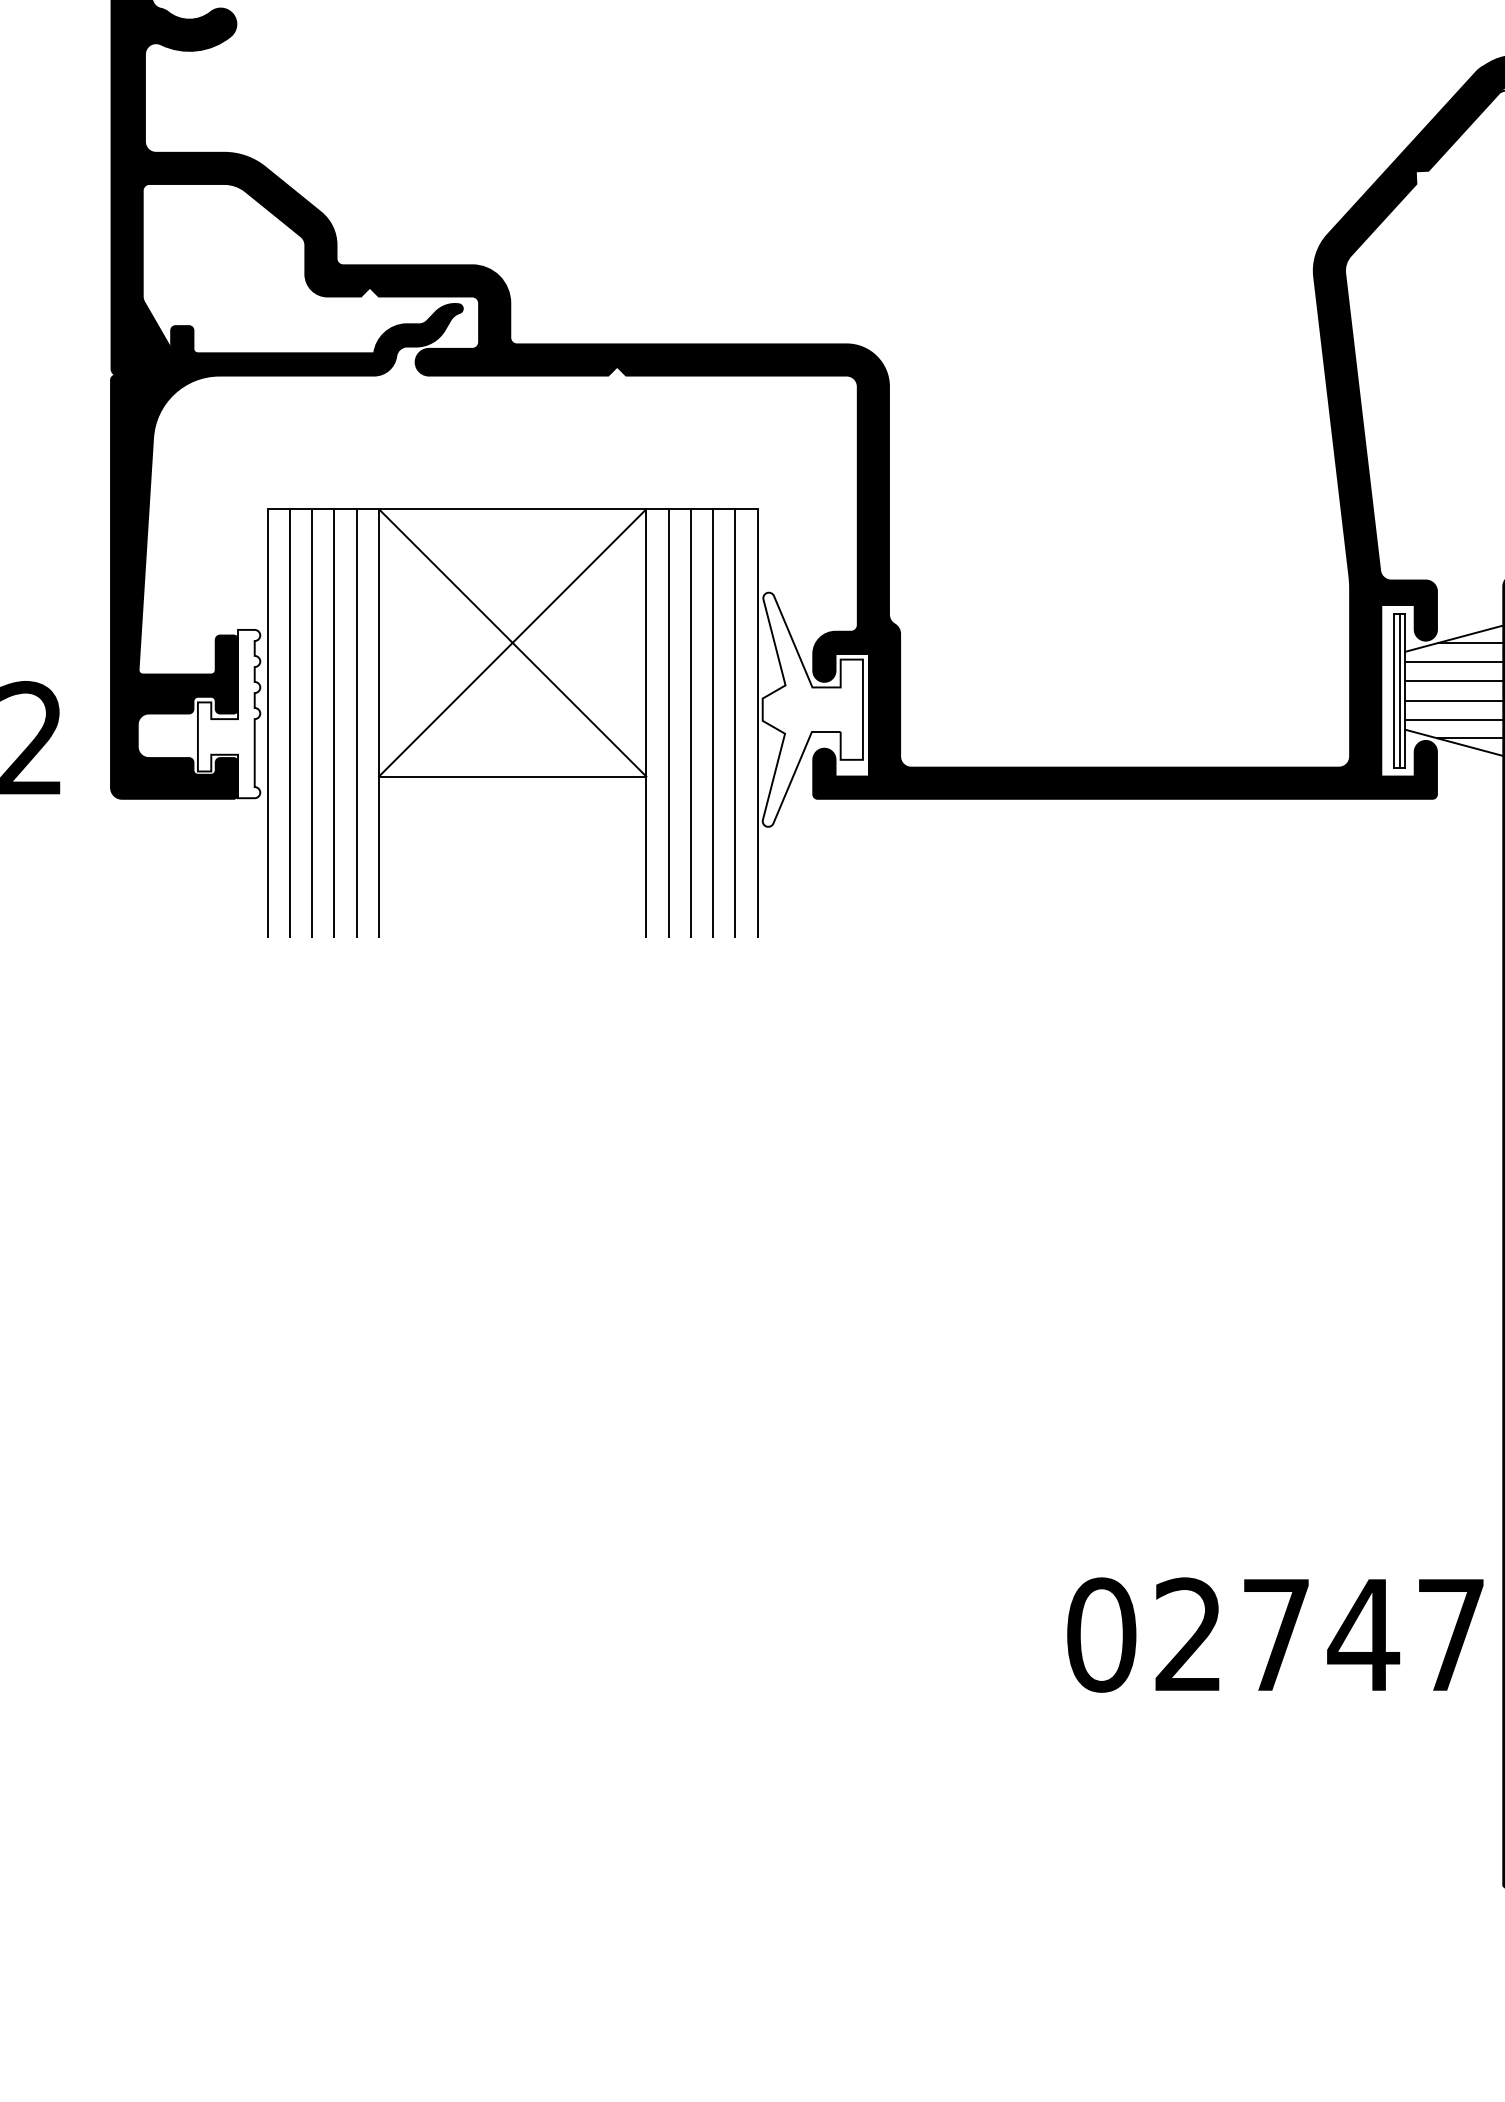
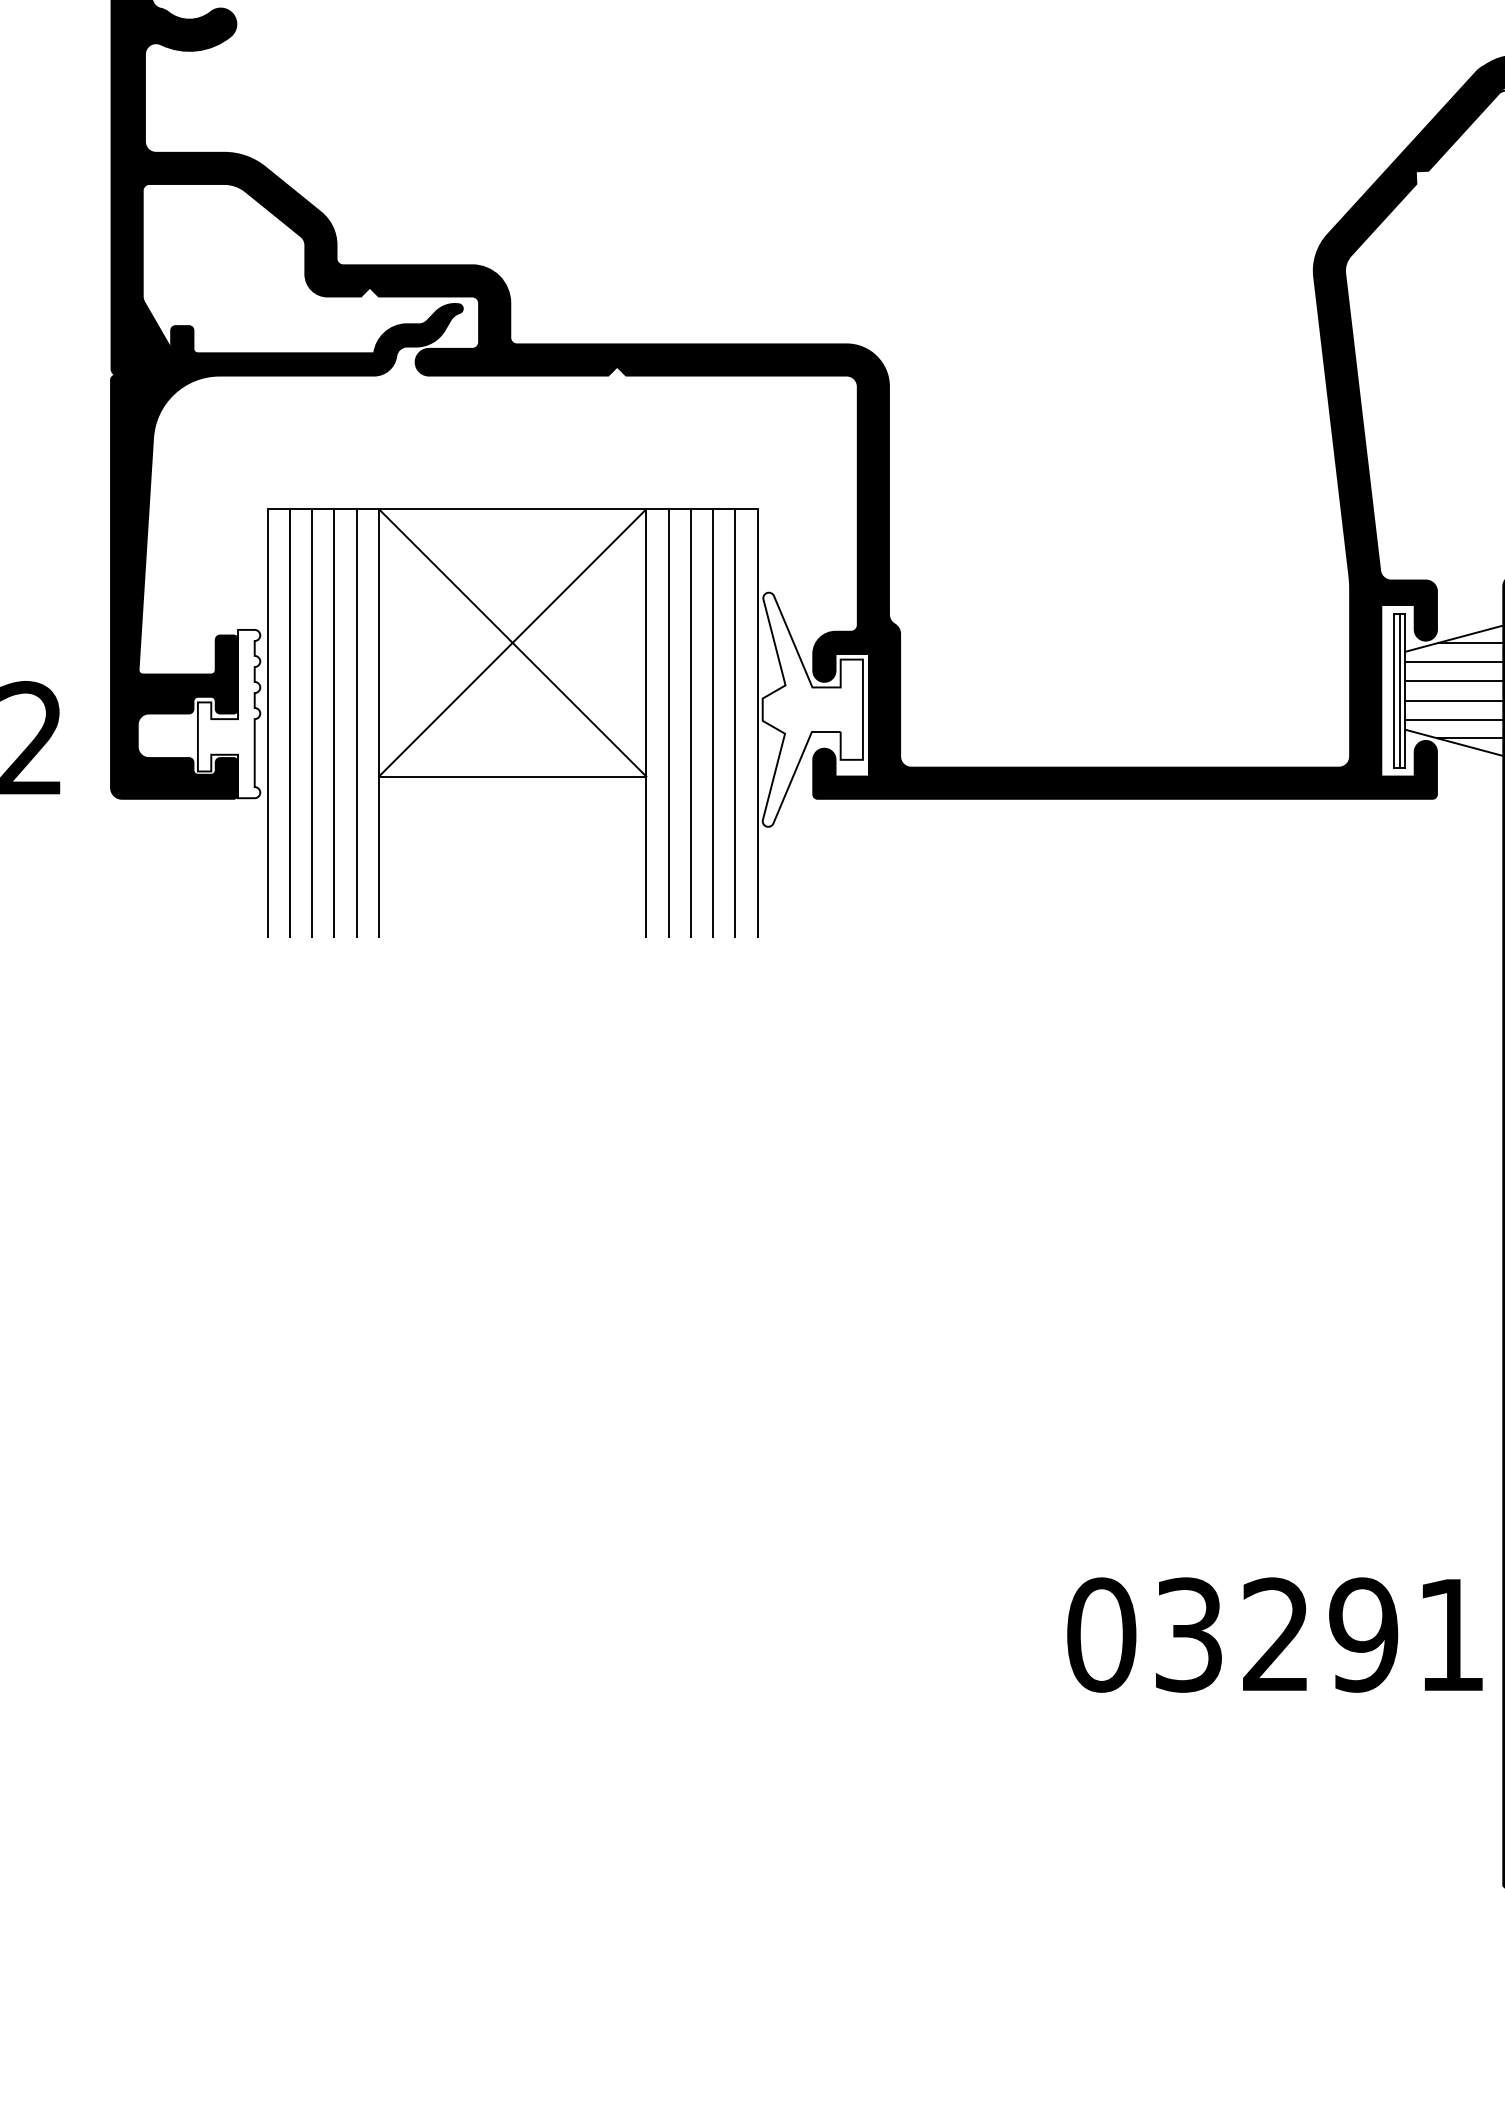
text at (1319, 1634): 02747 -> 03291
